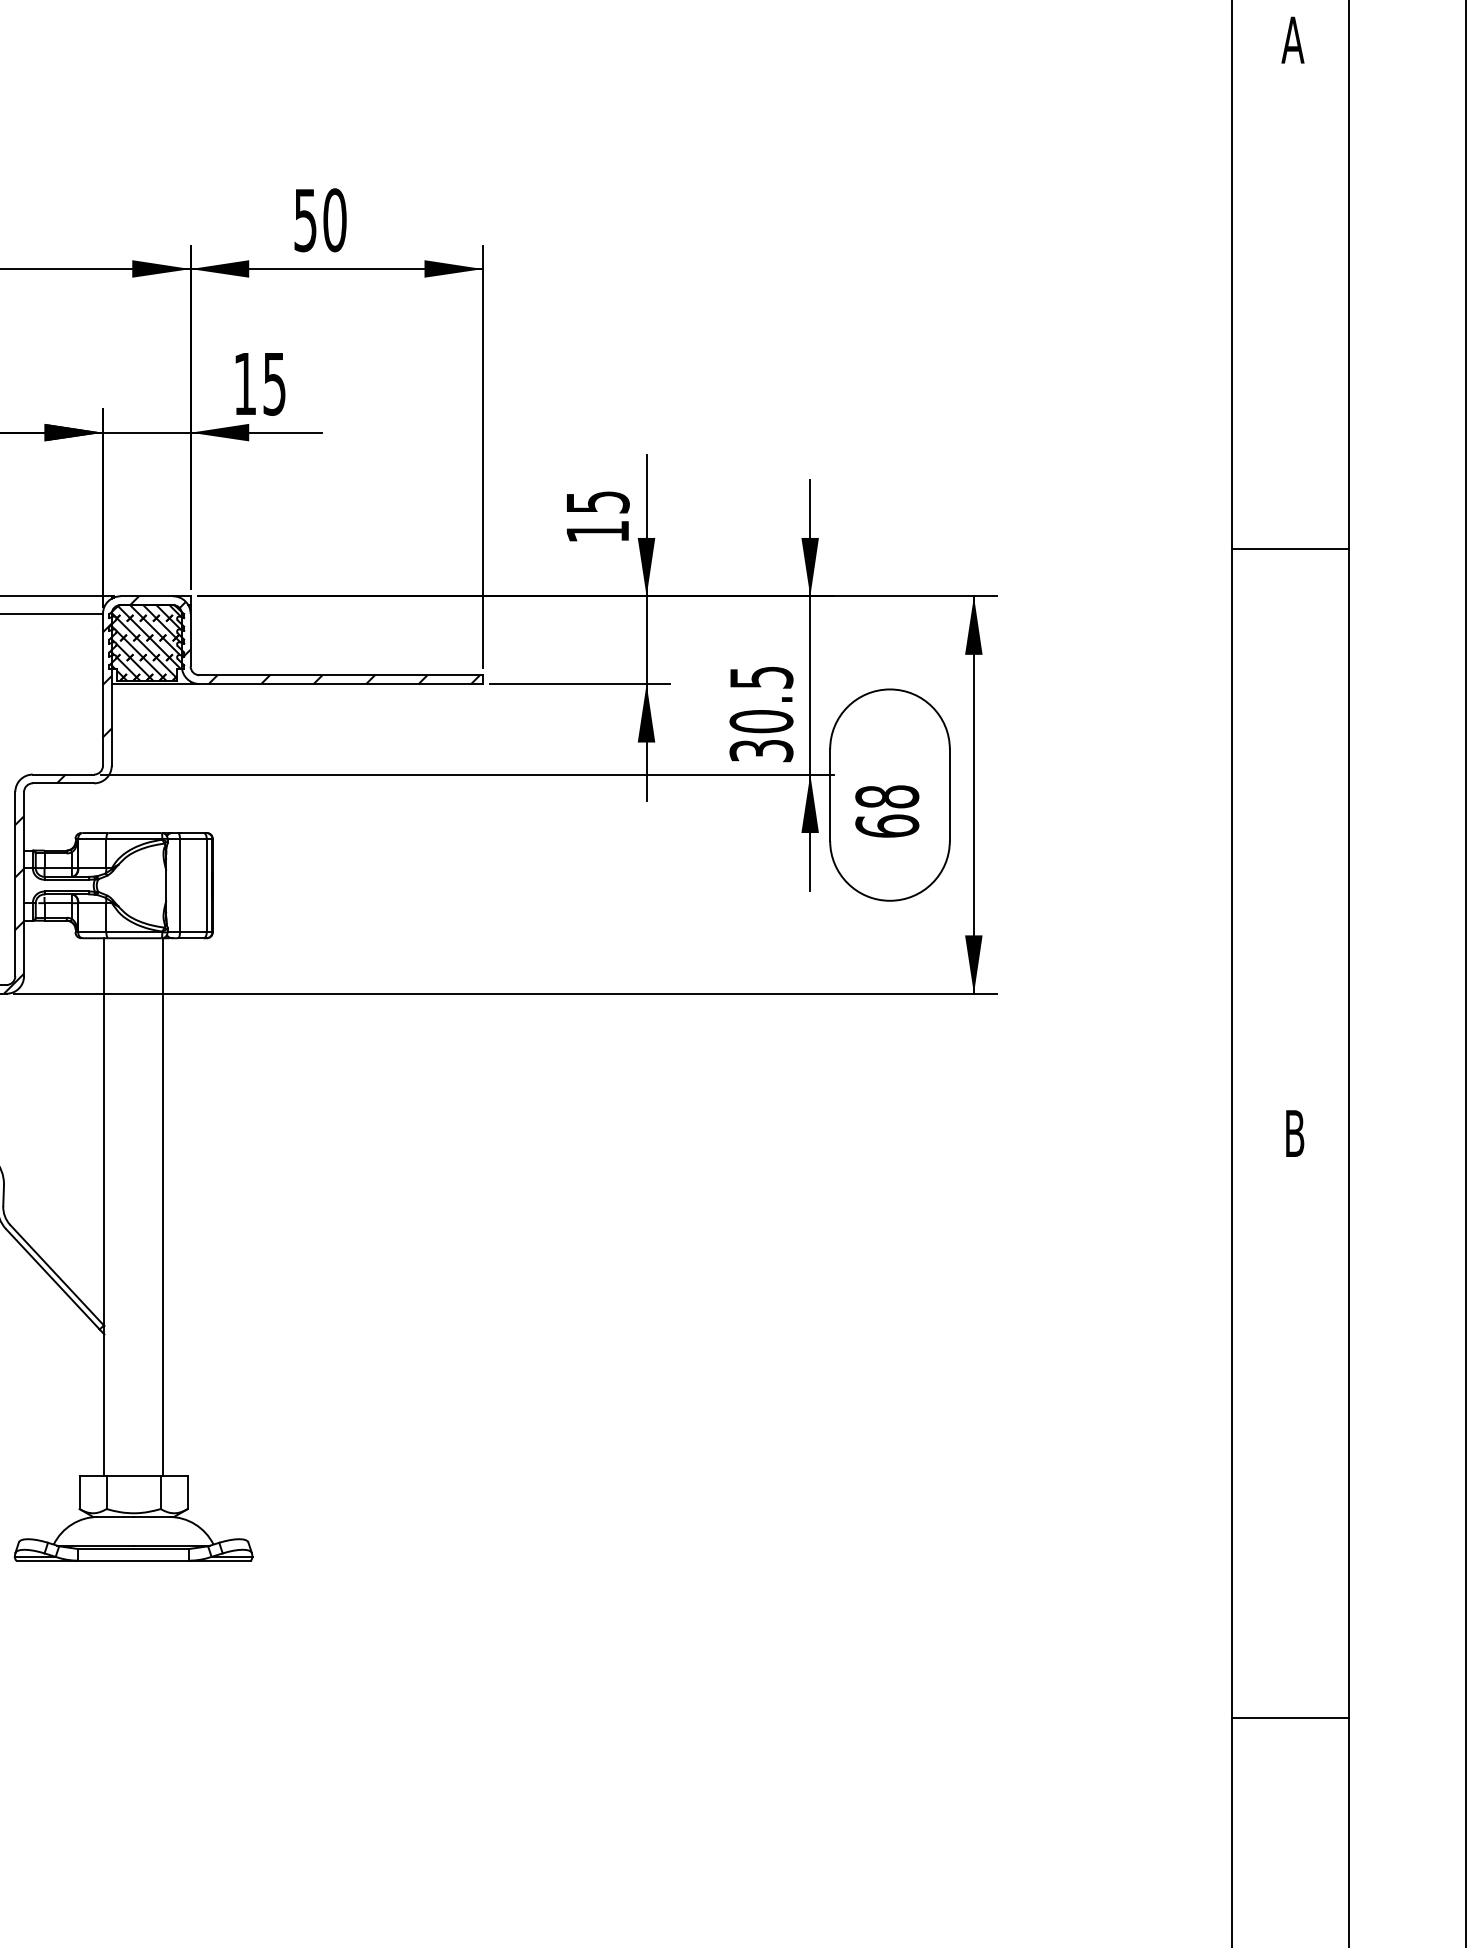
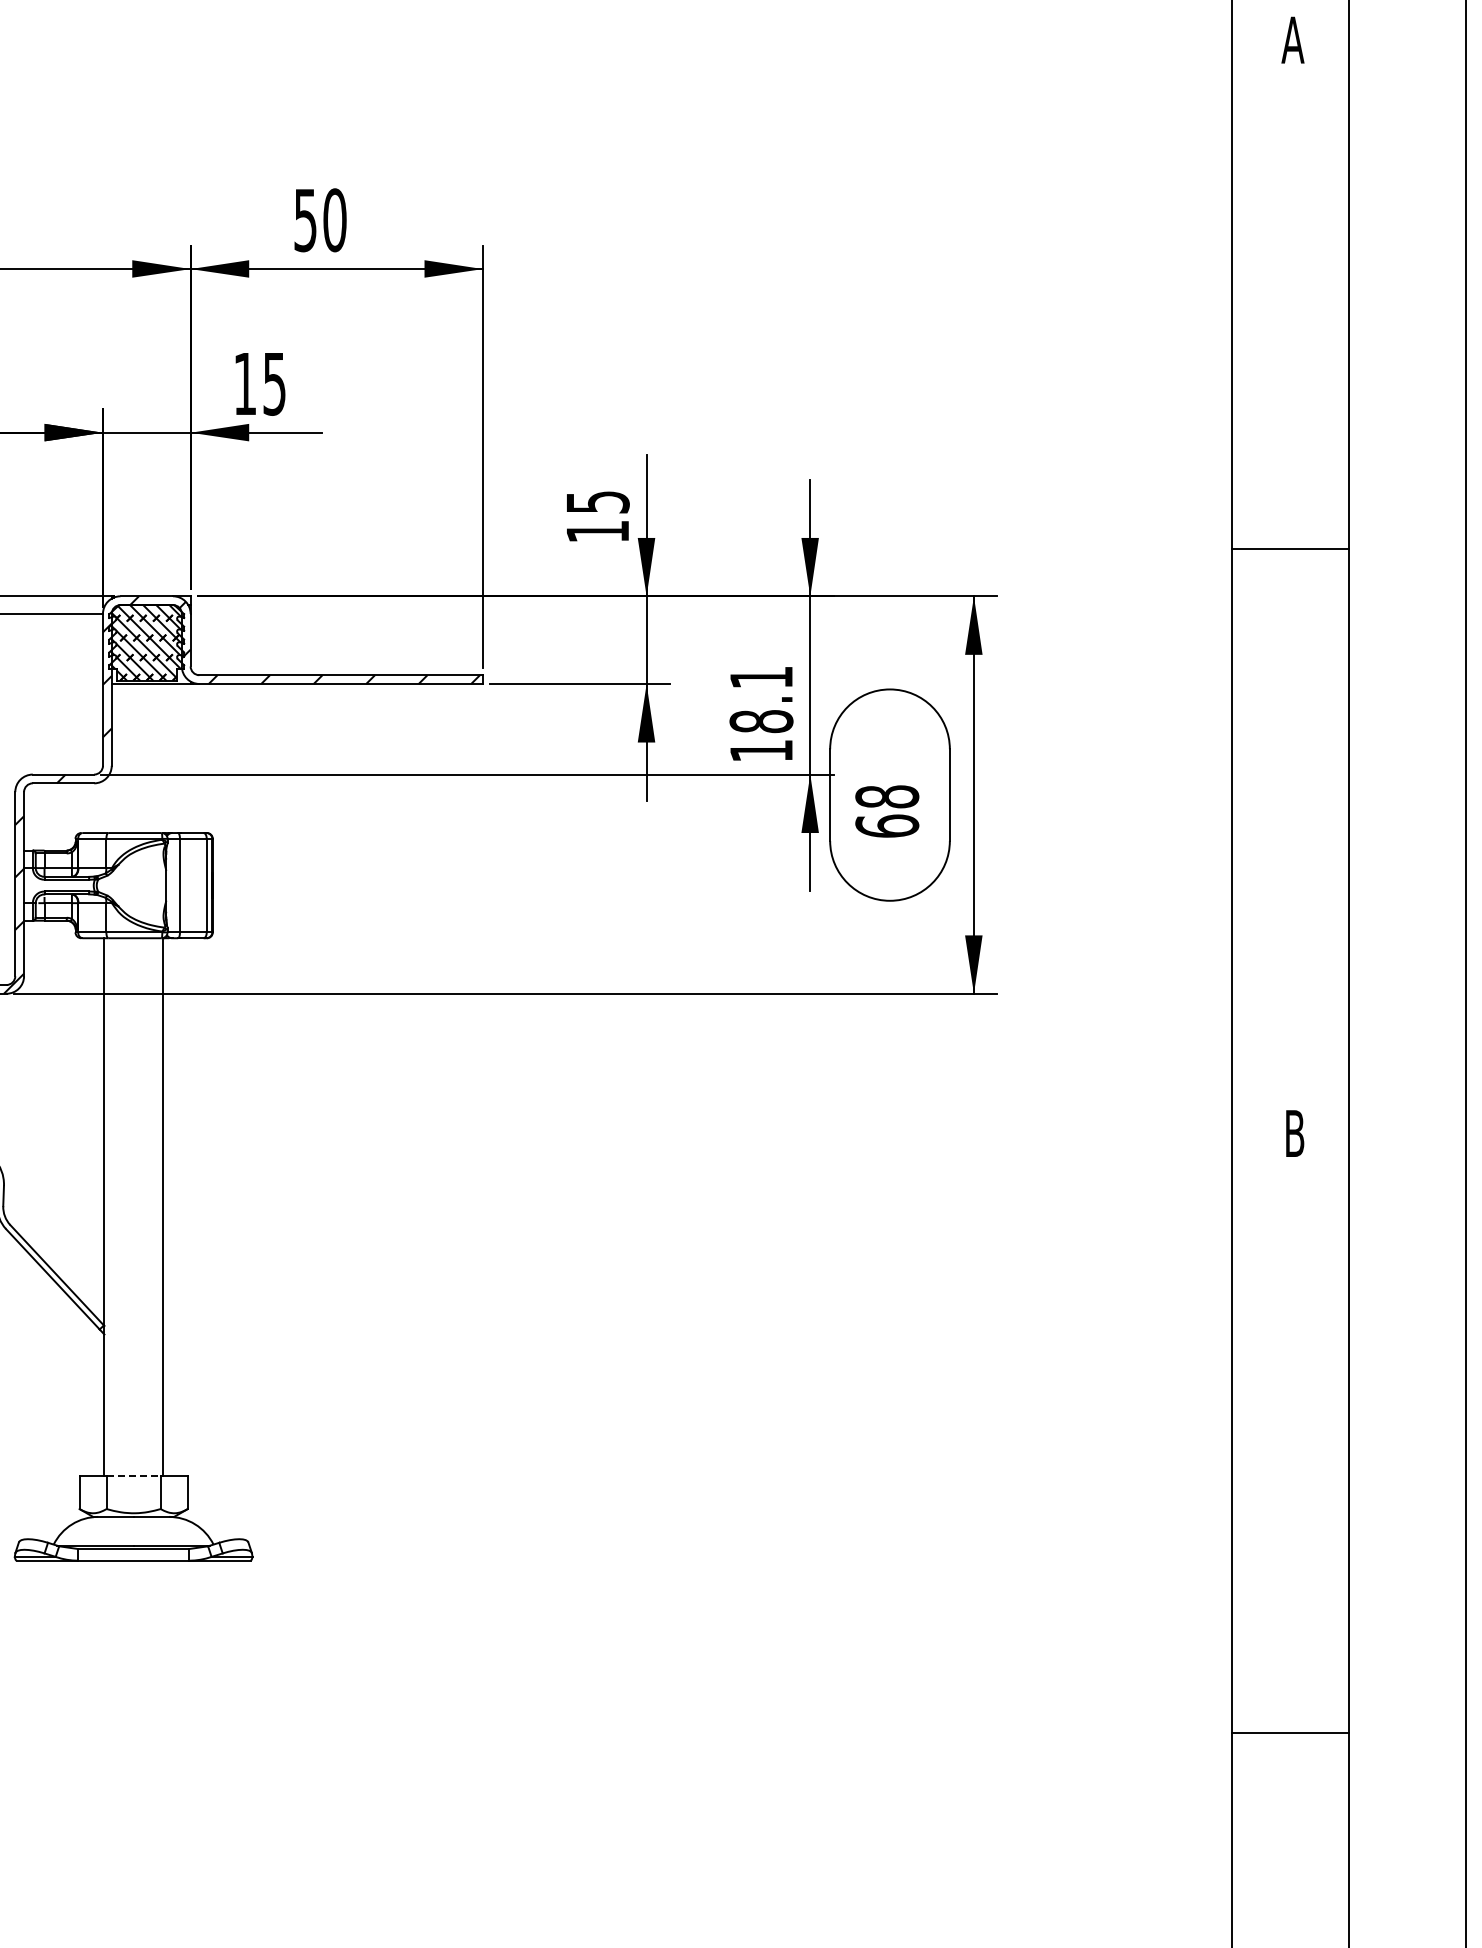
text at (761, 714): 30.5 -> 18.1
line at (134, 1475): solid -> dashed
line at (1290, 1718) position: (1290, 1718) -> (1290, 1733)
